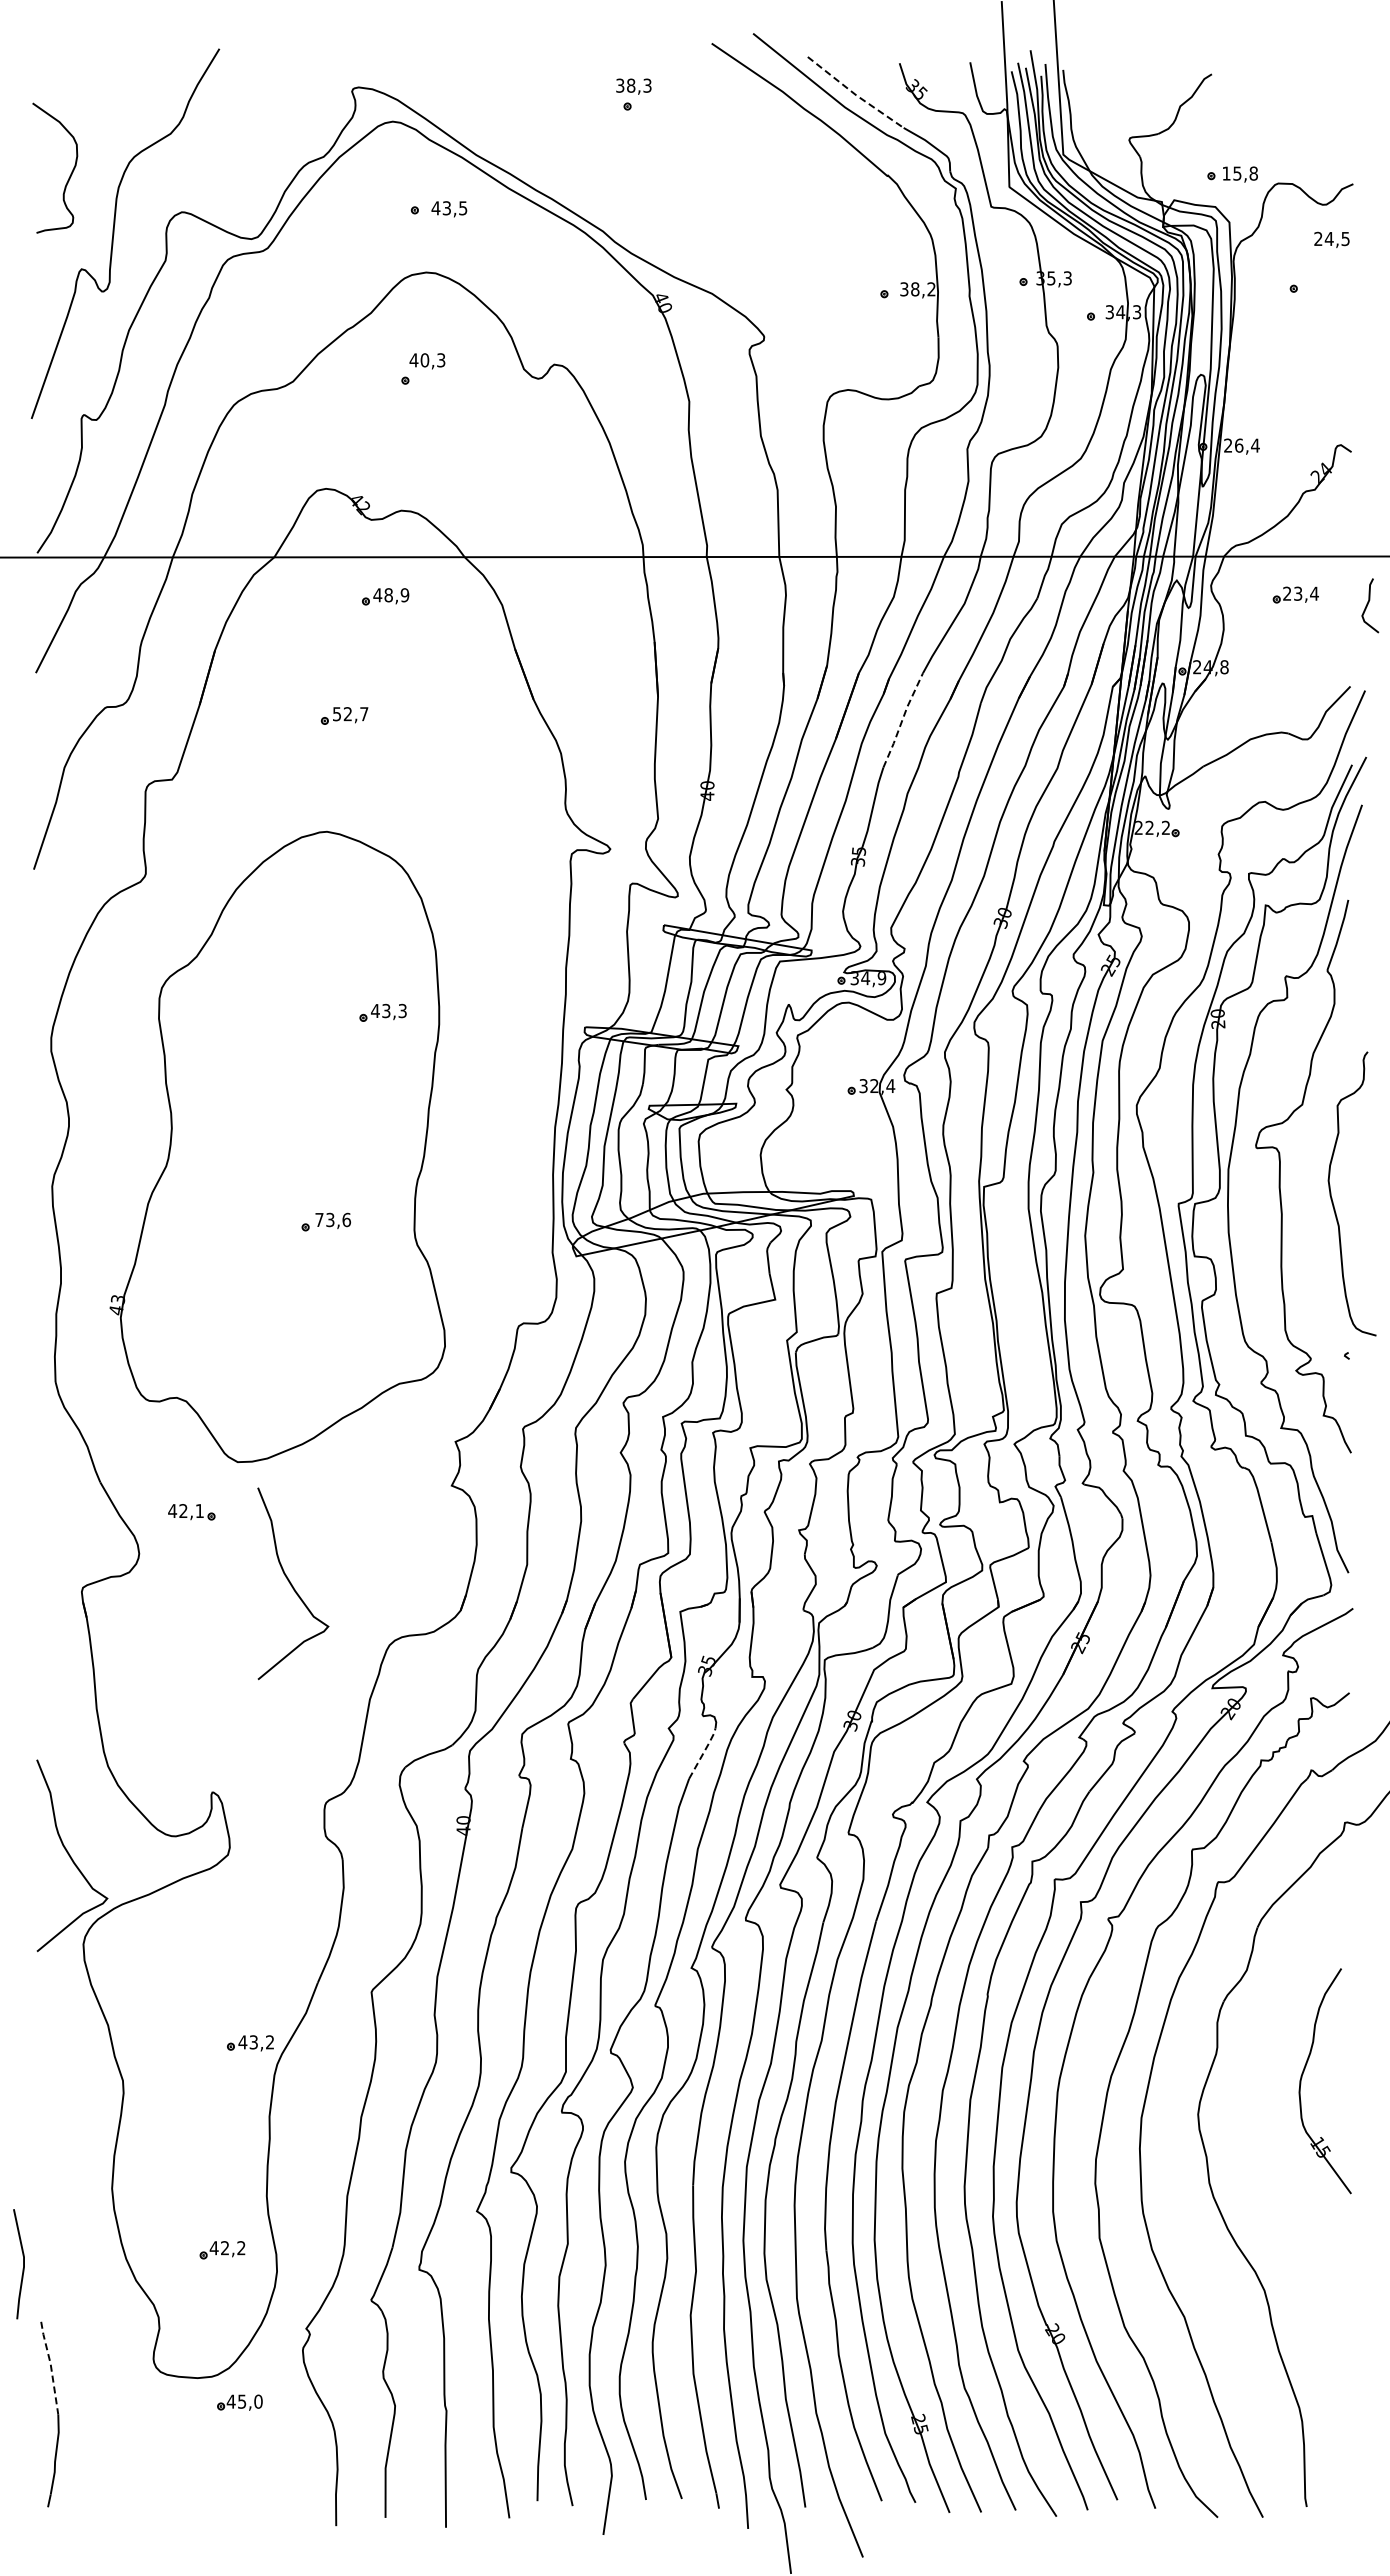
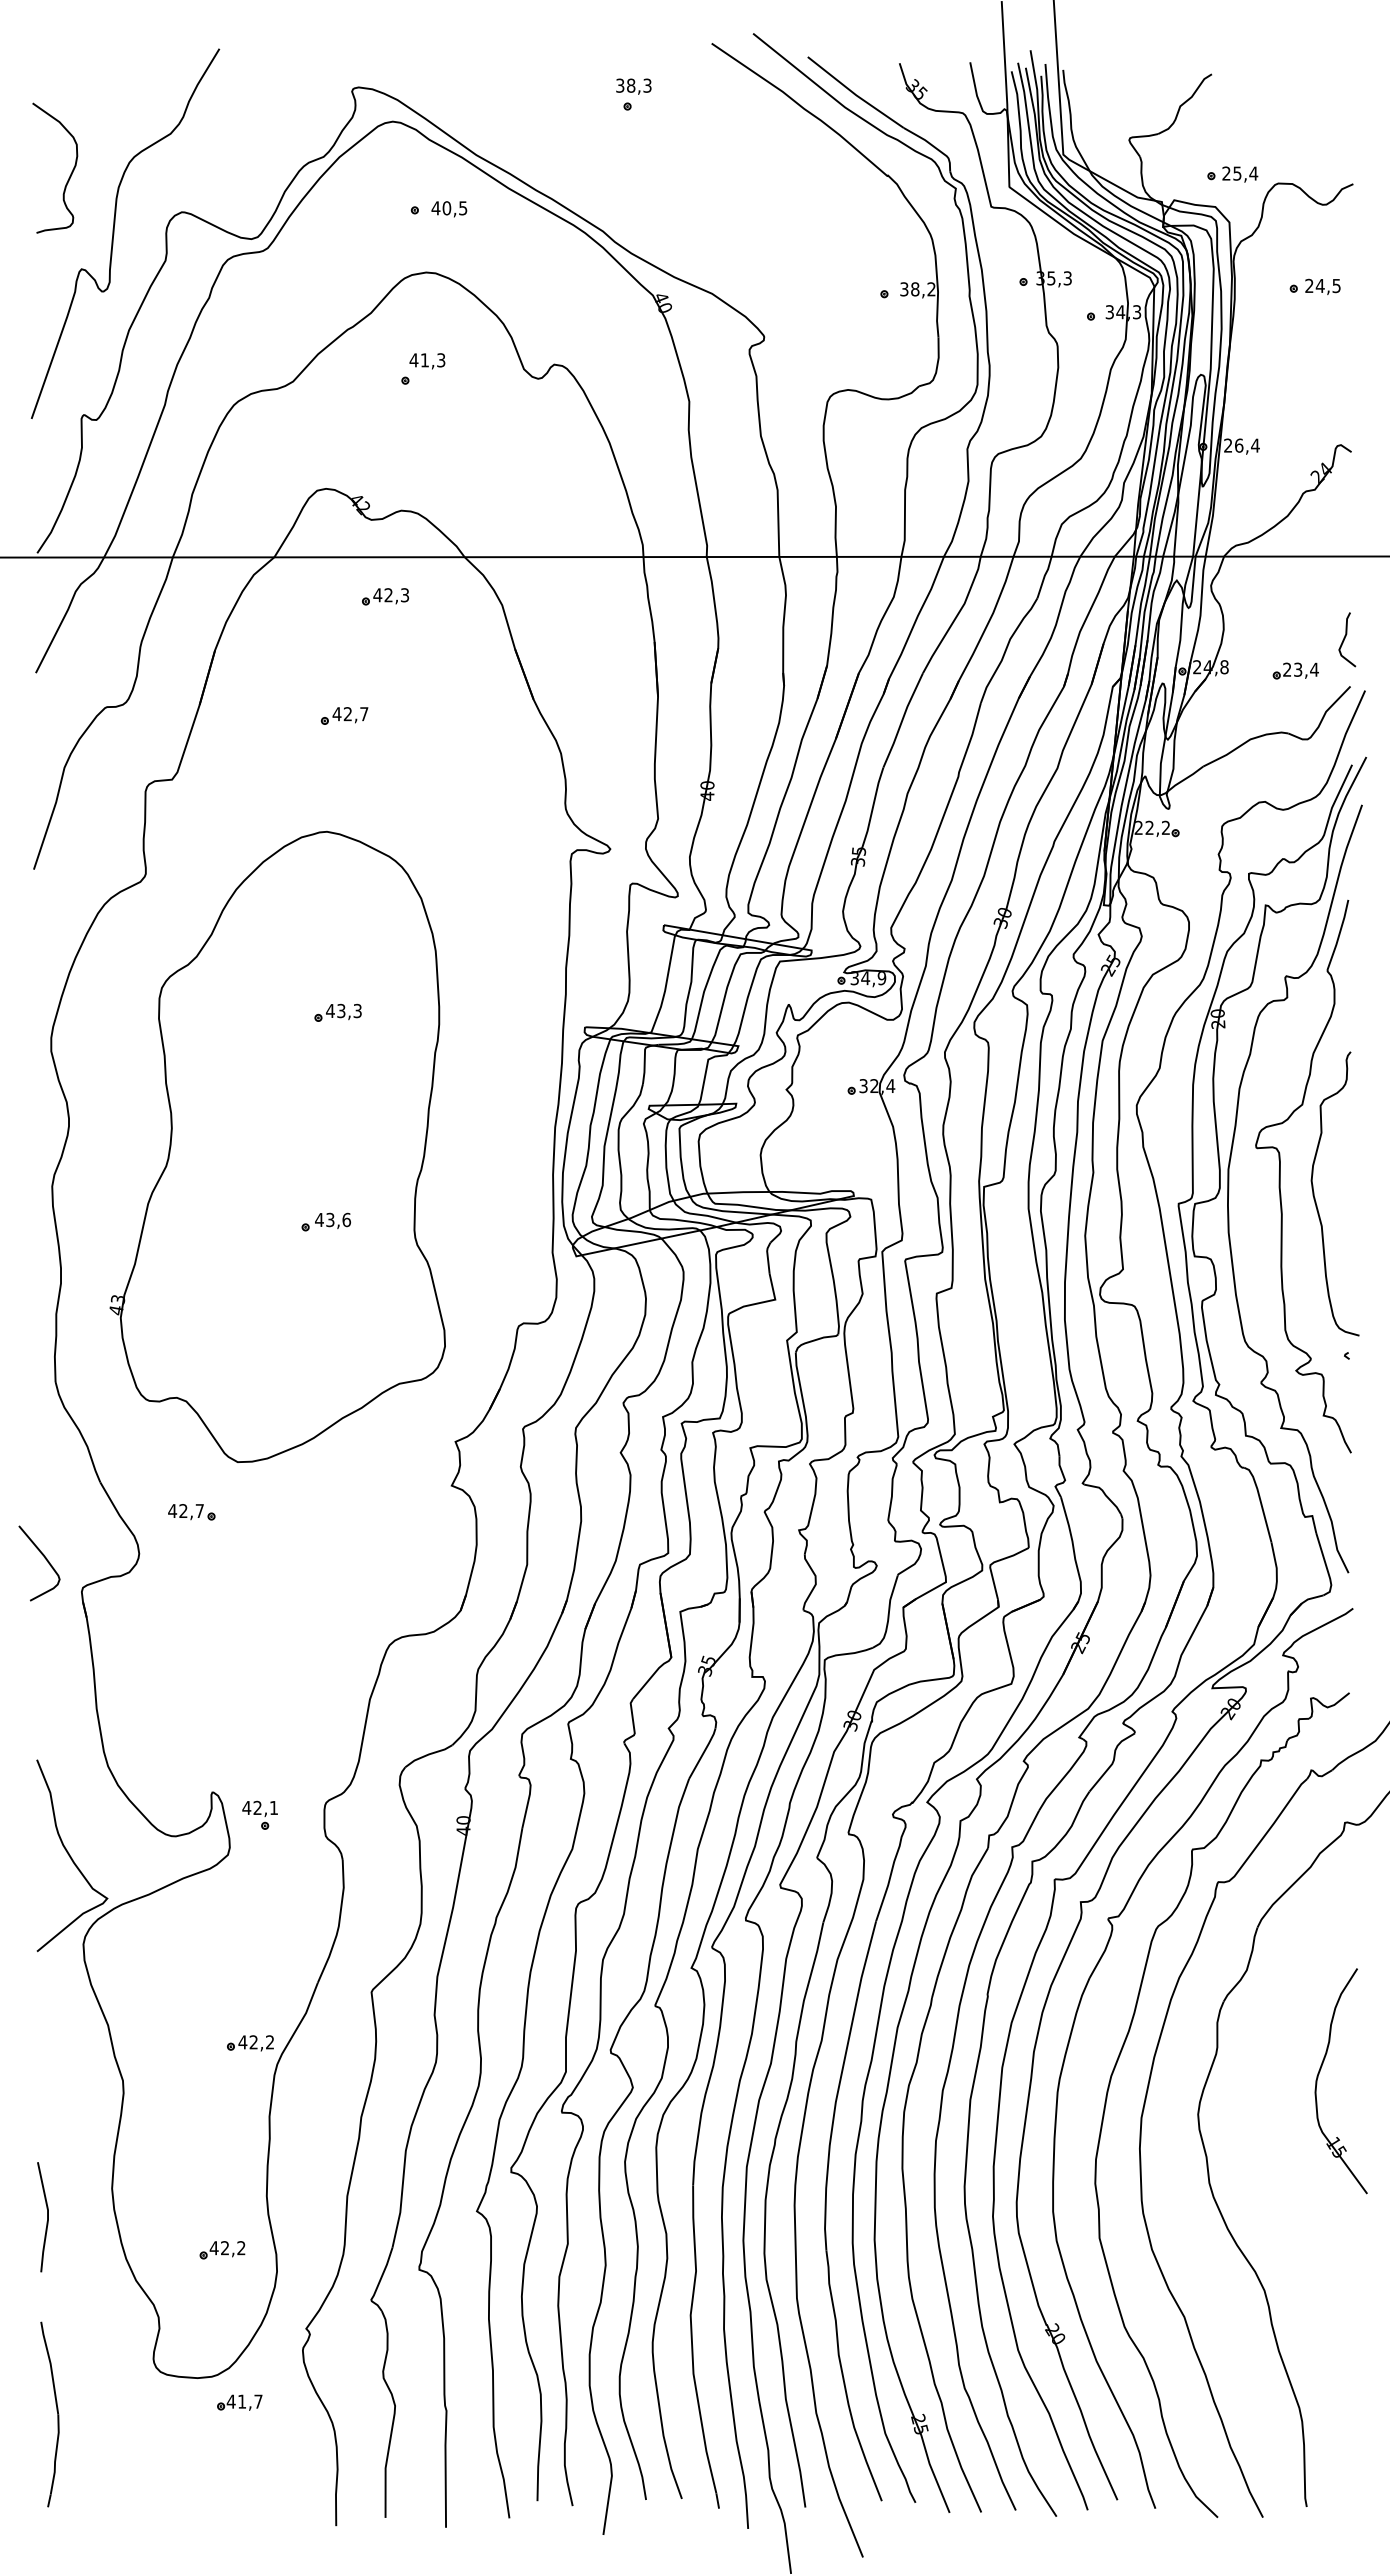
line at (855, 94): dashed -> solid
text at (1240, 173): 15,8 -> 25,4
text at (446, 208): 43,5 -> 40,5
text at (1331, 239) position: (1331, 239) -> (1322, 286)
text at (424, 360): 40,3 -> 41,3
part at (1295, 594) position: (1295, 594) -> (1295, 670)
text at (396, 595): 48,9 -> 42,3
curve at (1368, 604) position: (1368, 604) -> (1345, 638)
text at (336, 714): 52,7 -> 42,7
line at (902, 720): dashed -> solid
part at (382, 1012) position: (382, 1012) -> (337, 1012)
curve at (1332, 1197) position: (1332, 1197) -> (1315, 1197)
text at (319, 1219): 73,6 -> 43,6
text at (199, 1510): 42,1 -> 42,7
curve at (44, 1558): none -> present
curve at (292, 1584): present -> none
line at (703, 1752): dashed -> solid
part at (259, 1814): none -> present
text at (253, 2042): 43,2 -> 42,2
part at (1303, 2074) position: (1303, 2074) -> (1319, 2074)
line at (23, 2264) position: (23, 2264) -> (47, 2217)
line at (51, 2366): dashed -> solid
text at (250, 2401): 45,0 -> 41,7
